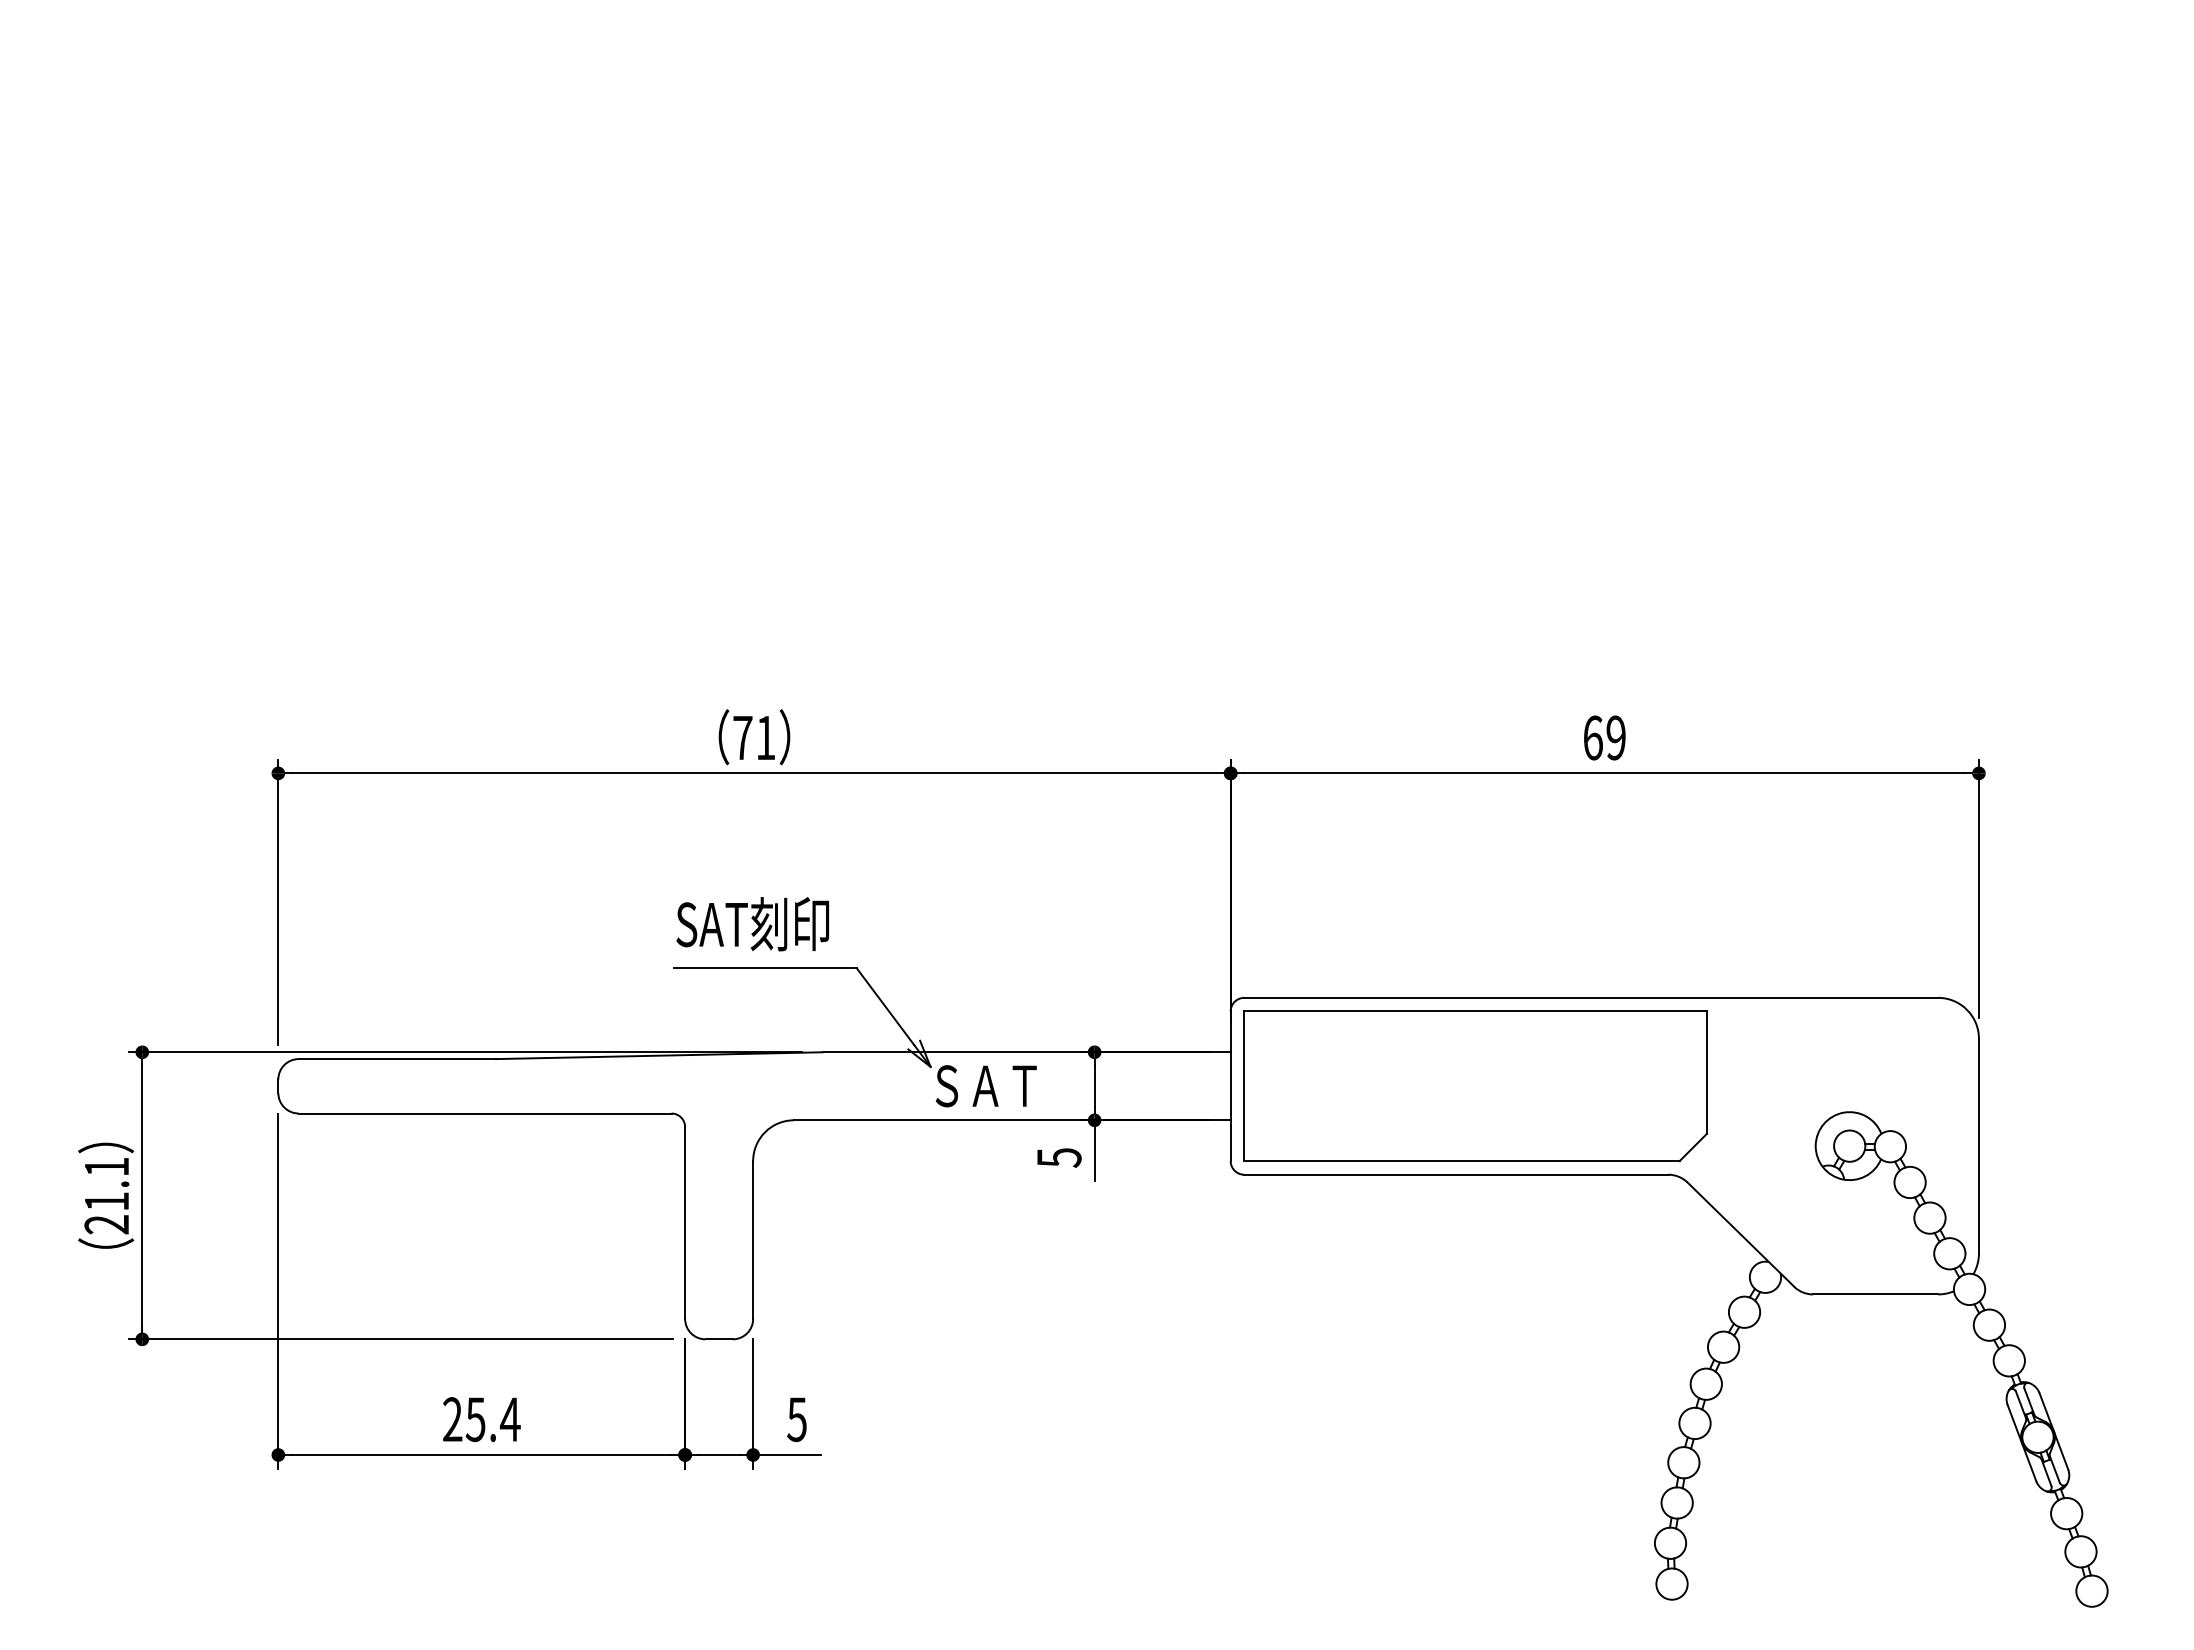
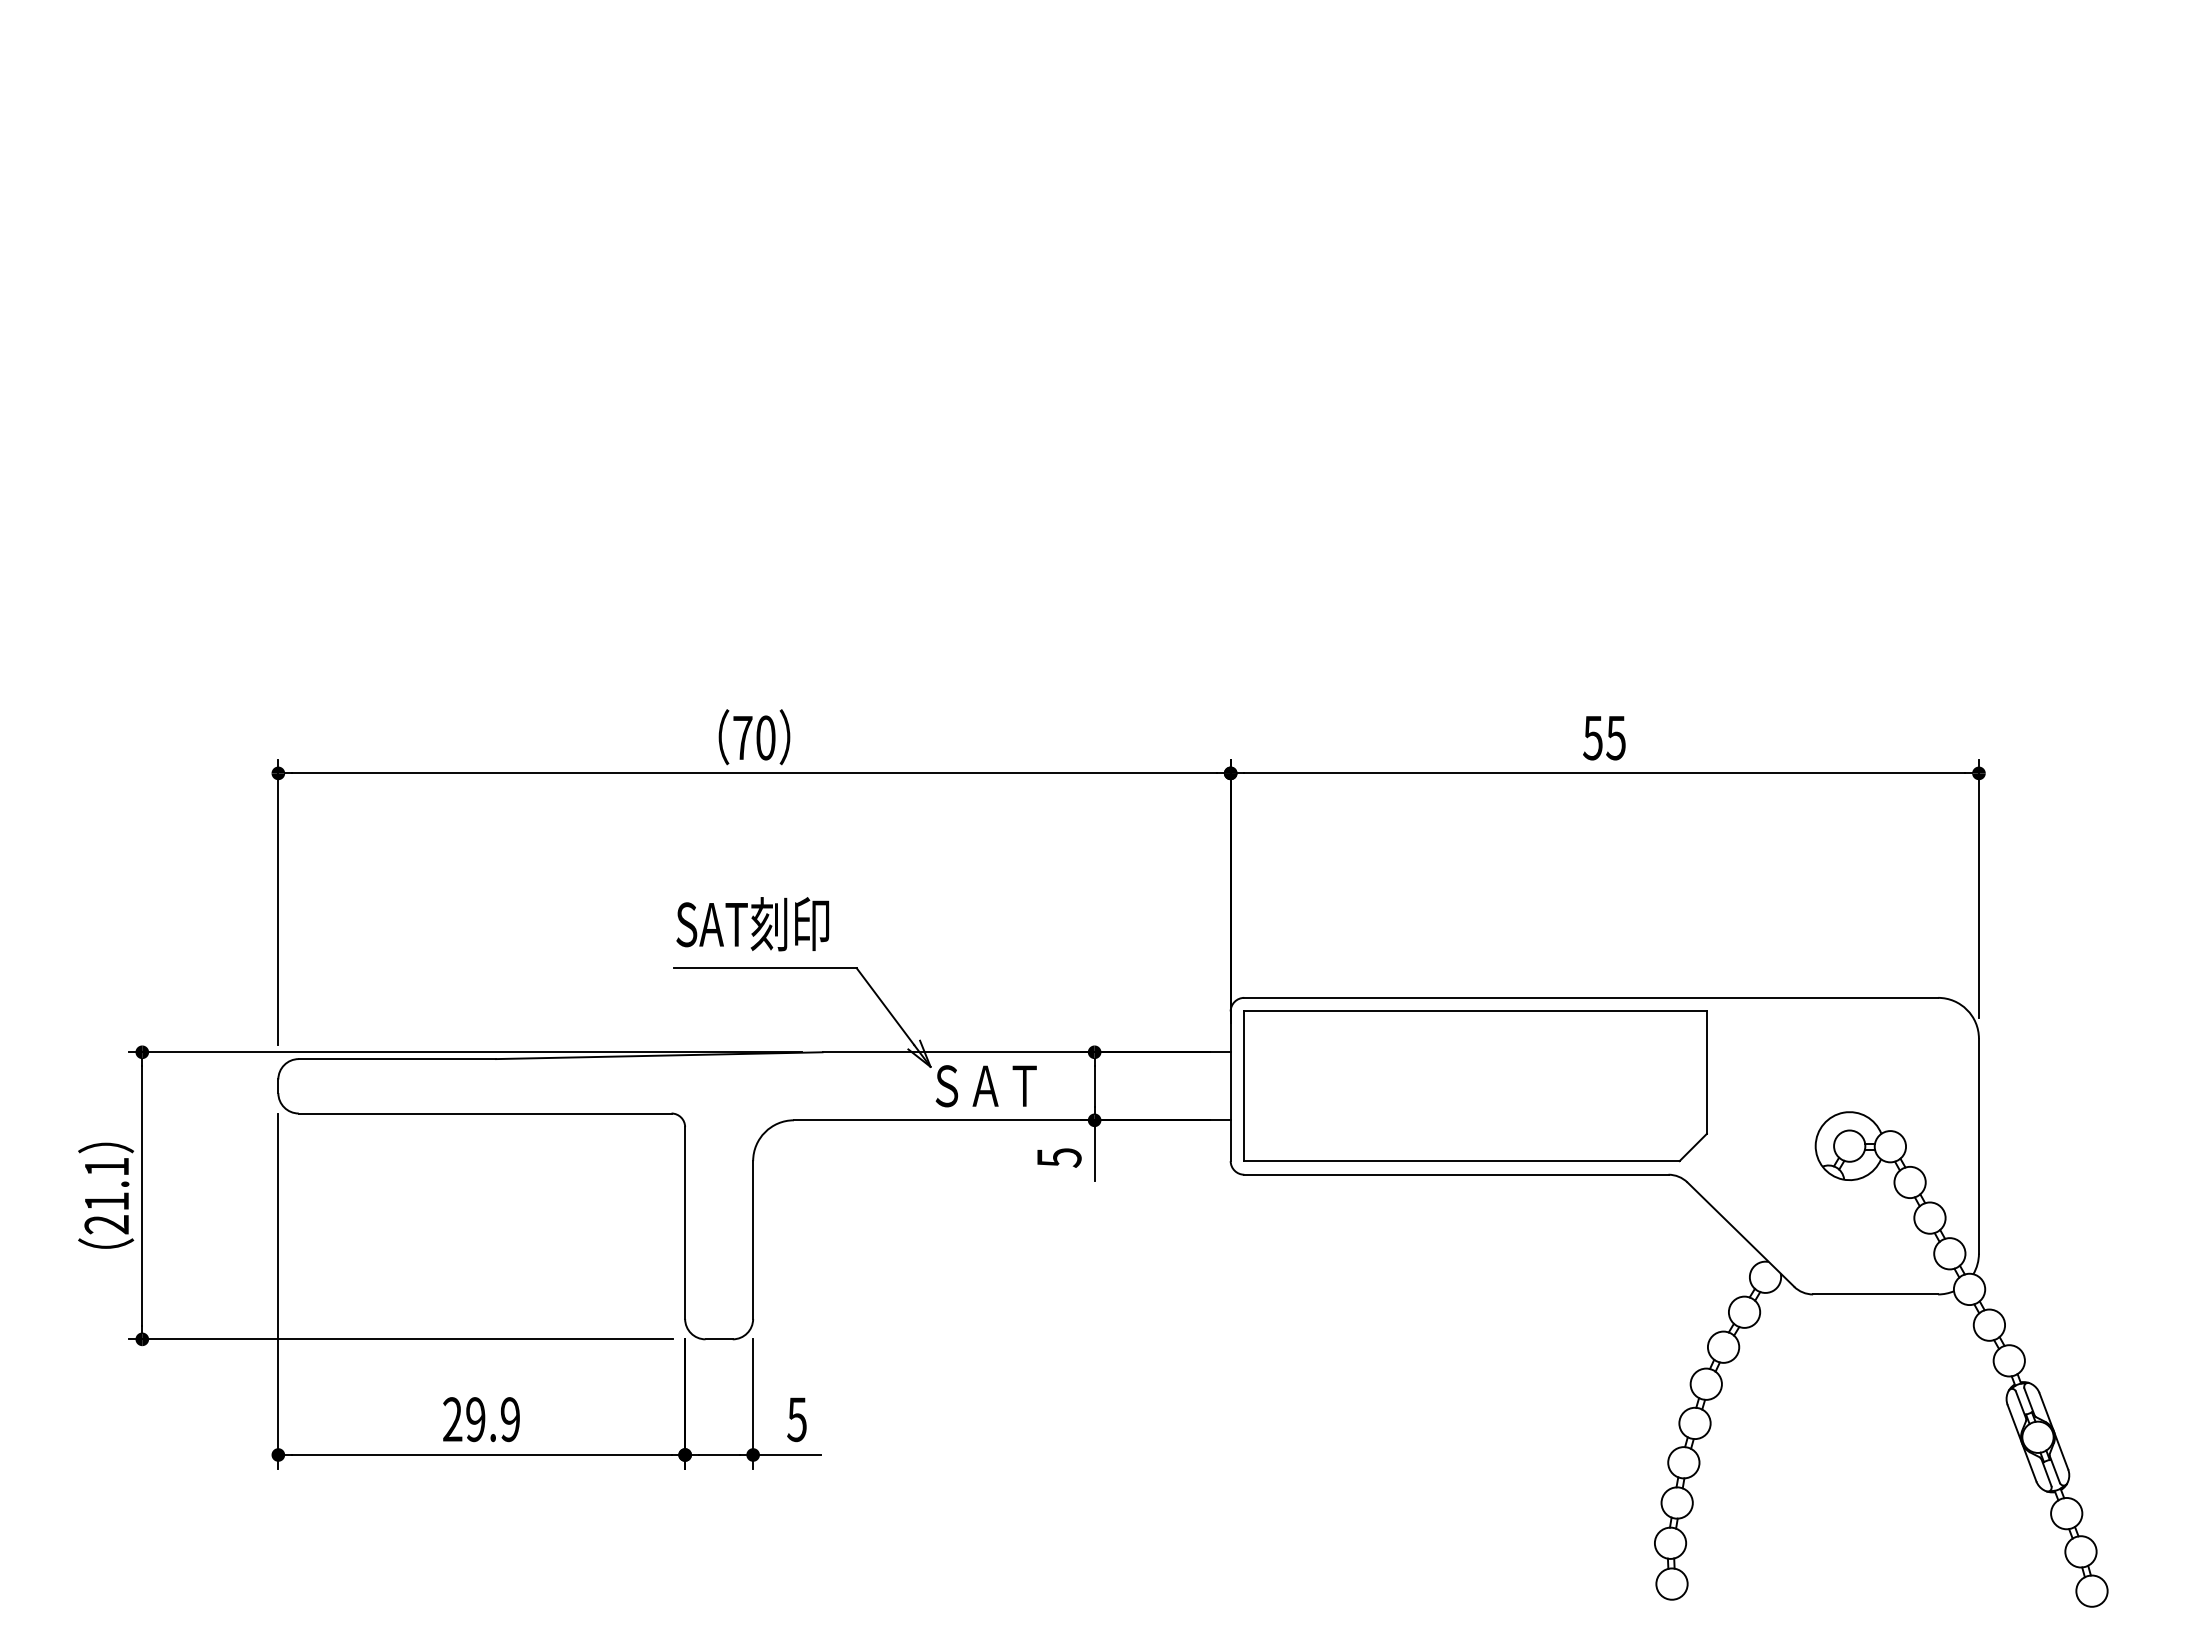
text at (765, 737): 71 -> 70
text at (1604, 737): 69 -> 55
text at (492, 1419): 25.4 -> 29.9
